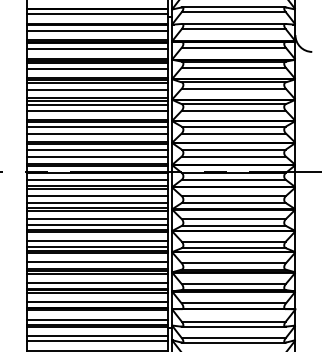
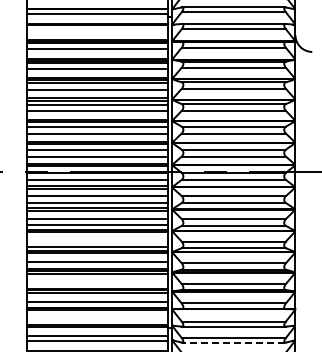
line at (96, 30): present -> none
line at (96, 240): present -> none
line at (96, 282): present -> none
line at (96, 320): present -> none
line at (233, 342): solid -> dashed
